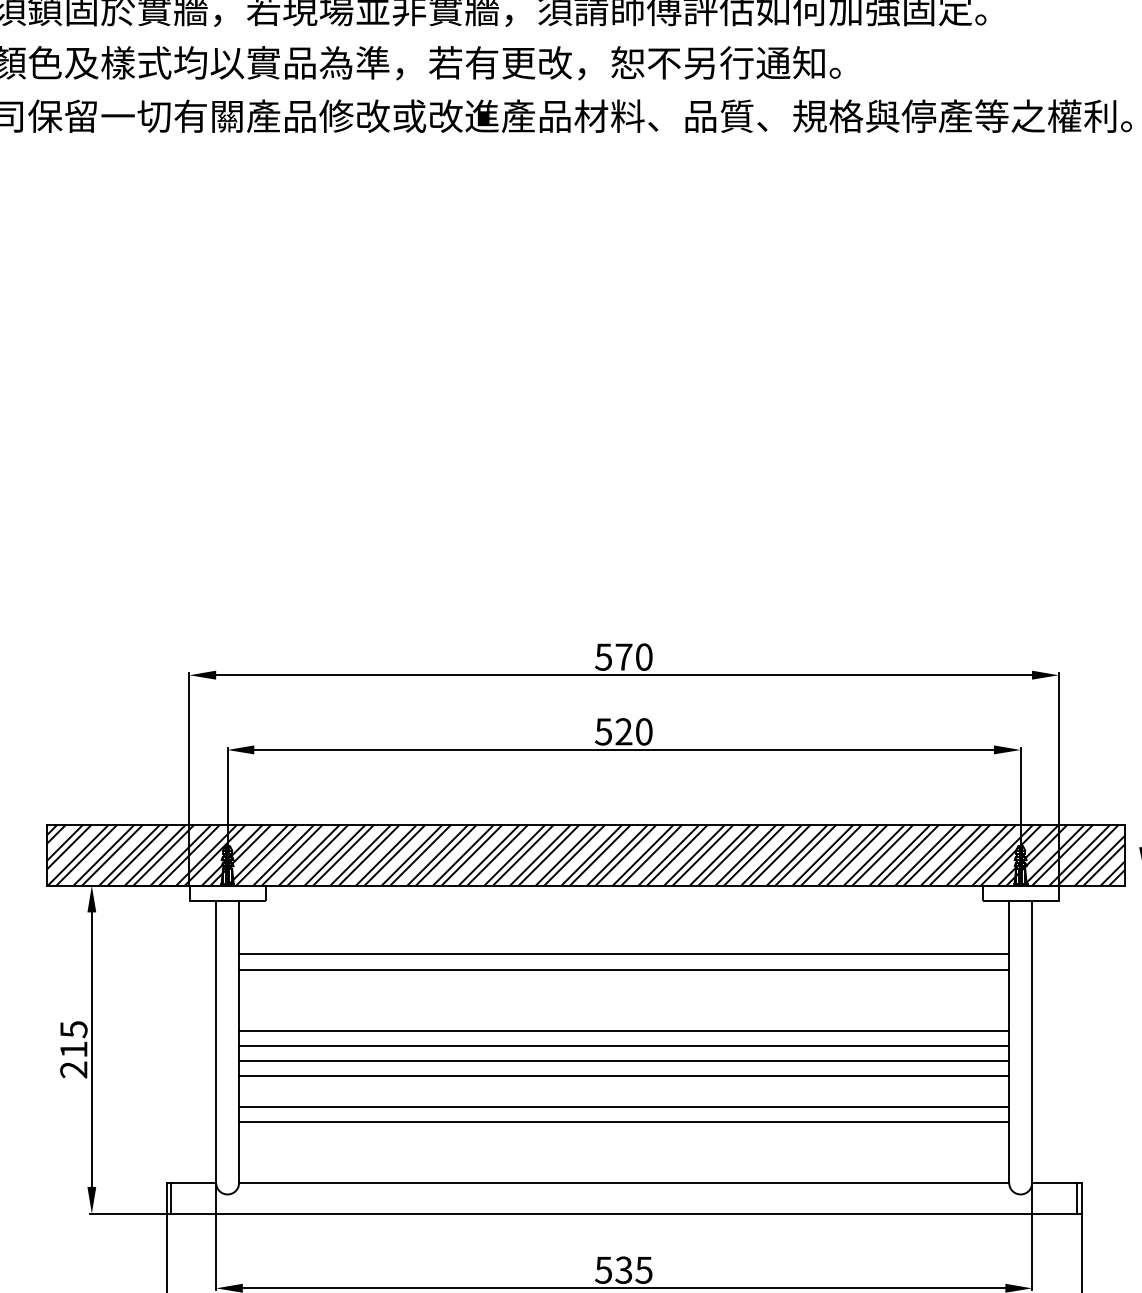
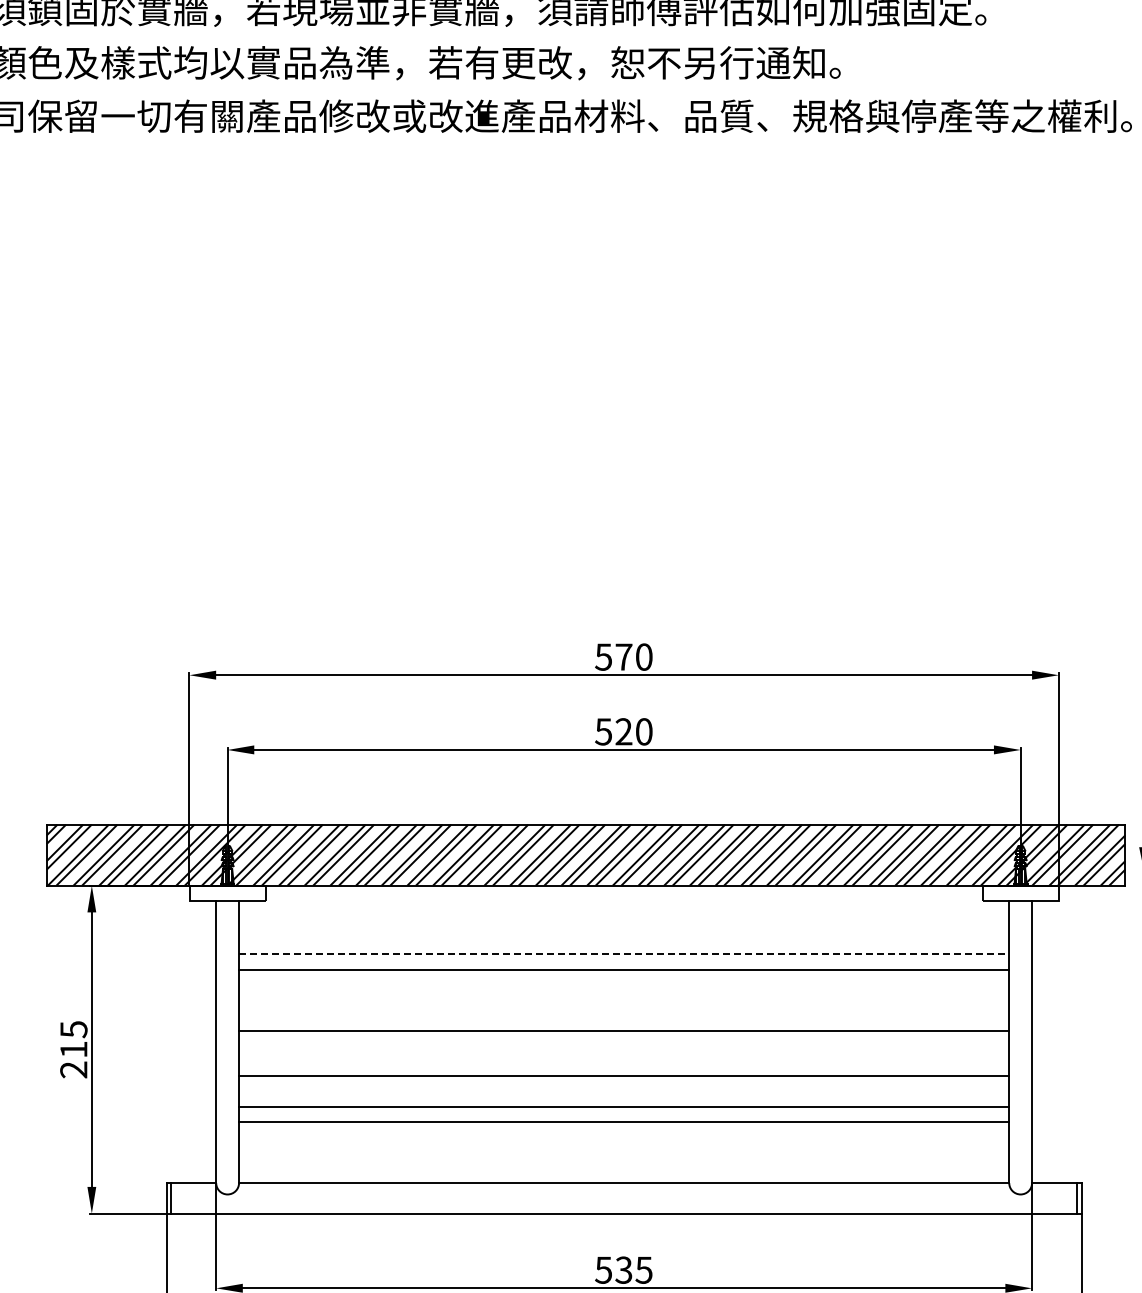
line at (624, 954): solid -> dashed
line at (624, 1045): present -> none
line at (624, 1061): present -> none
